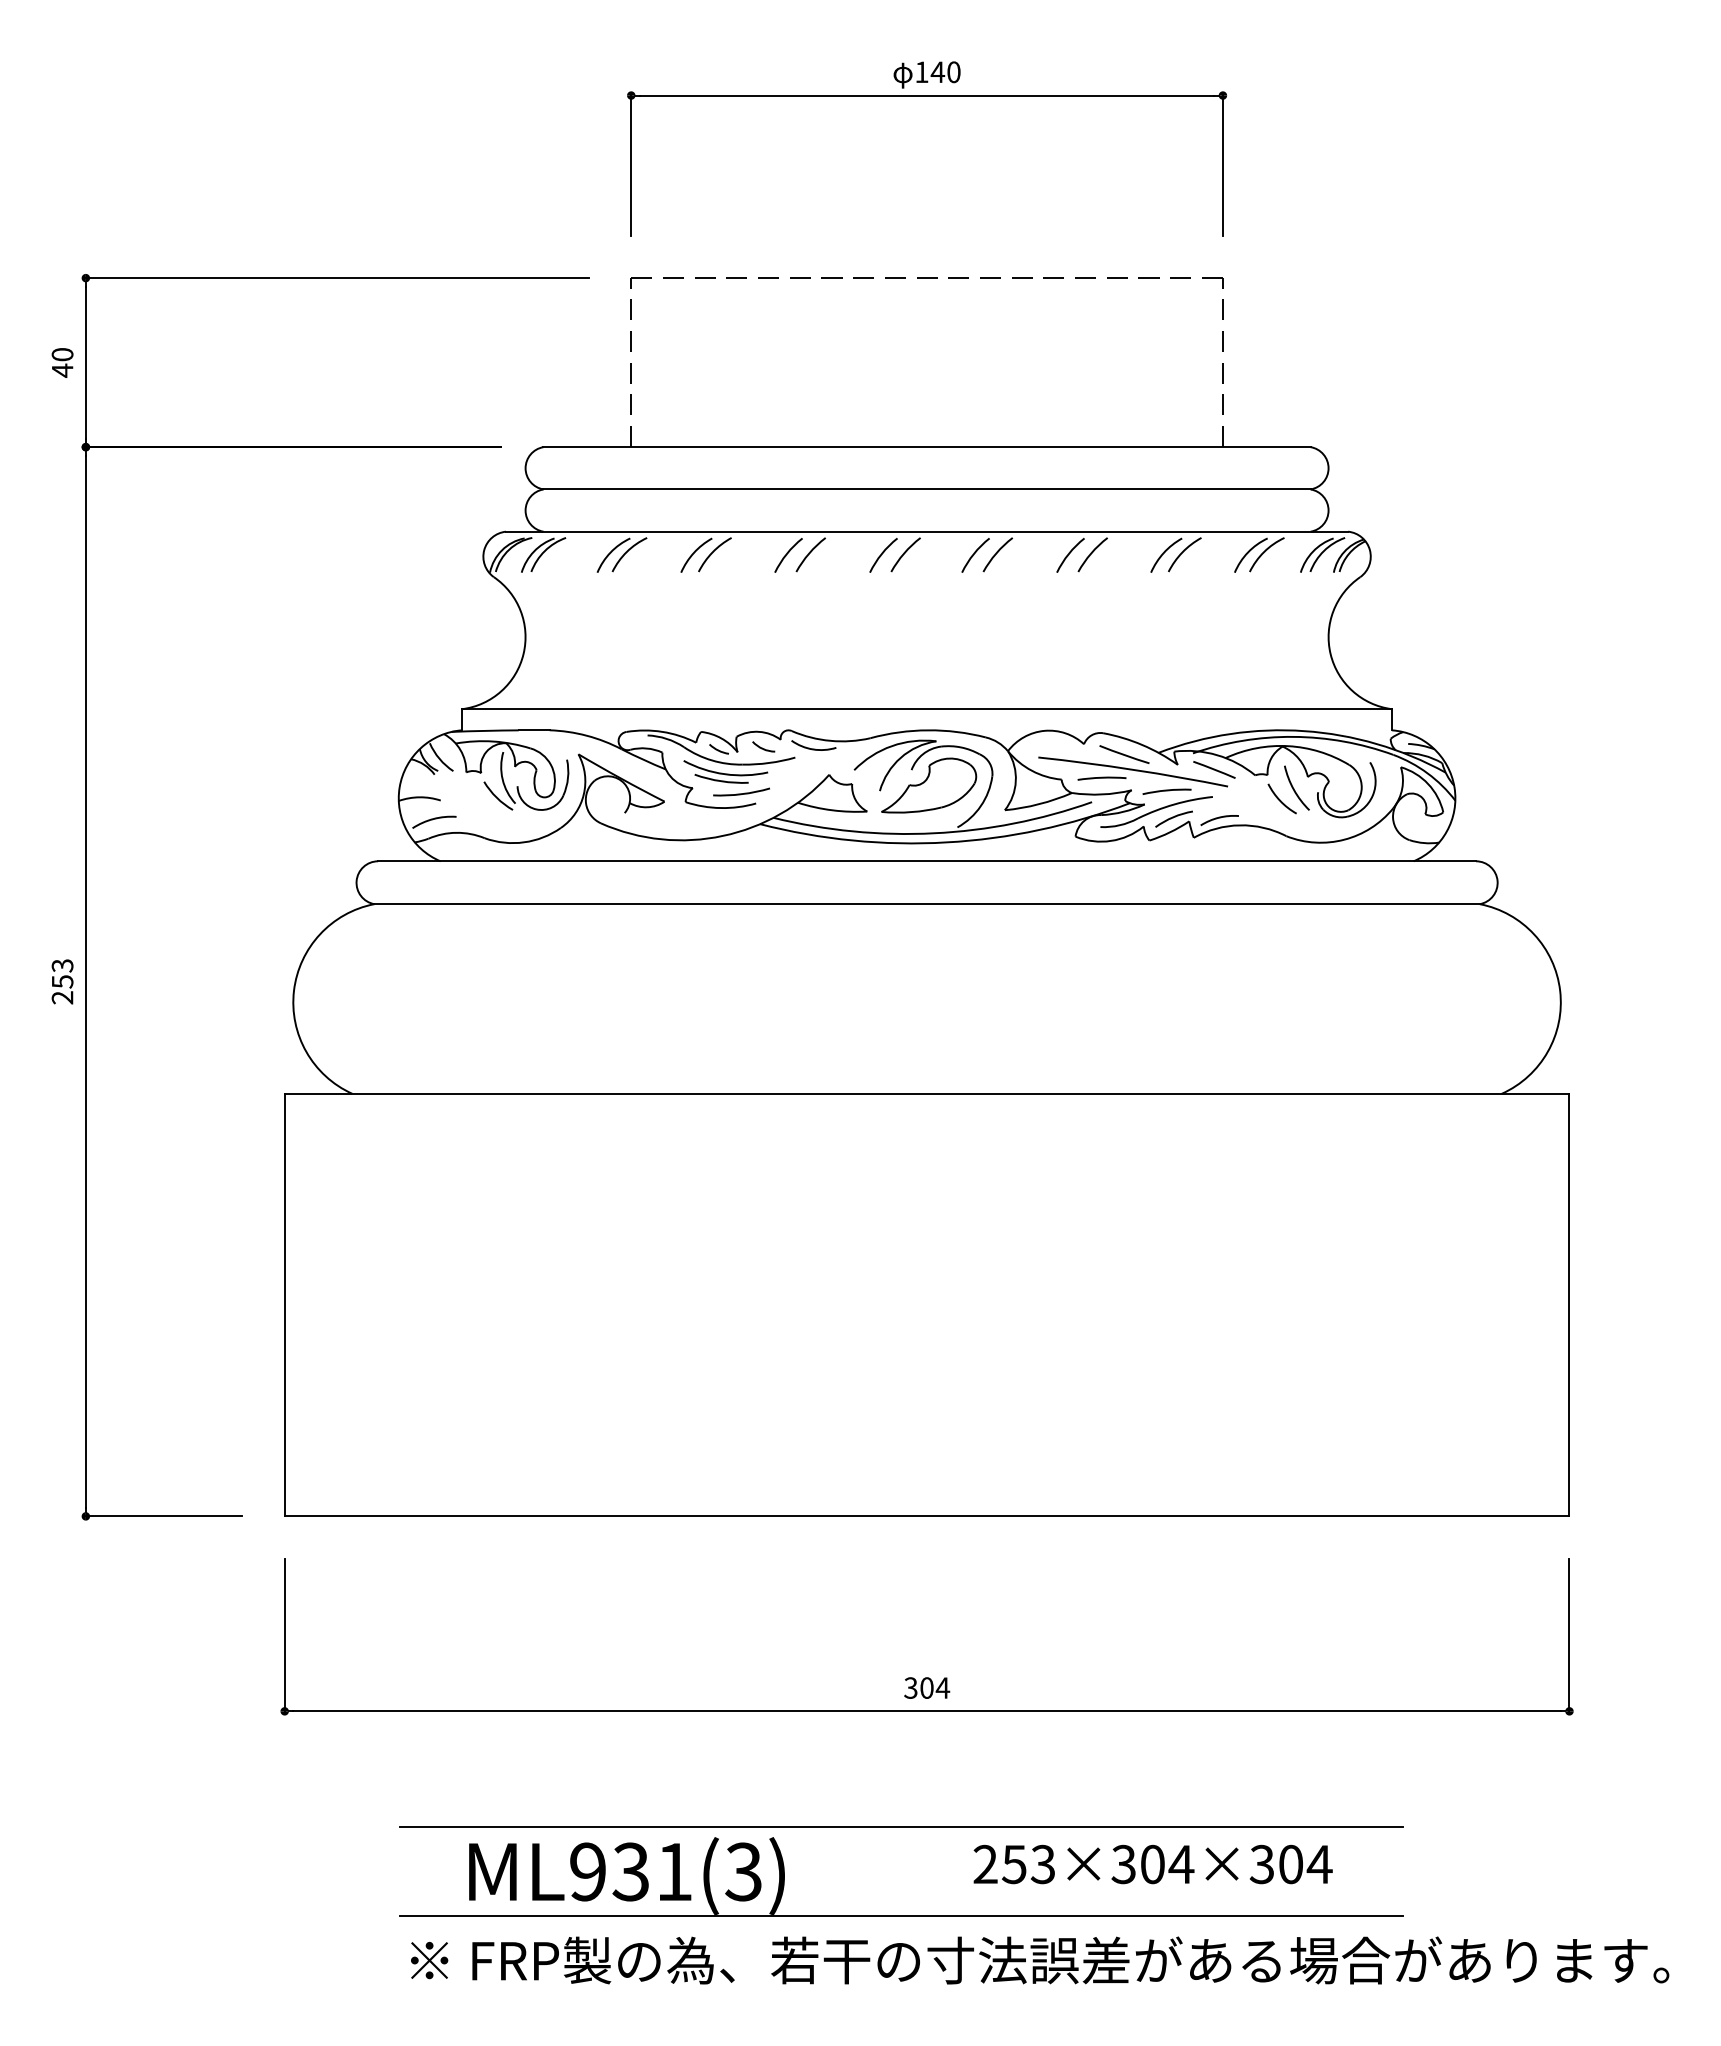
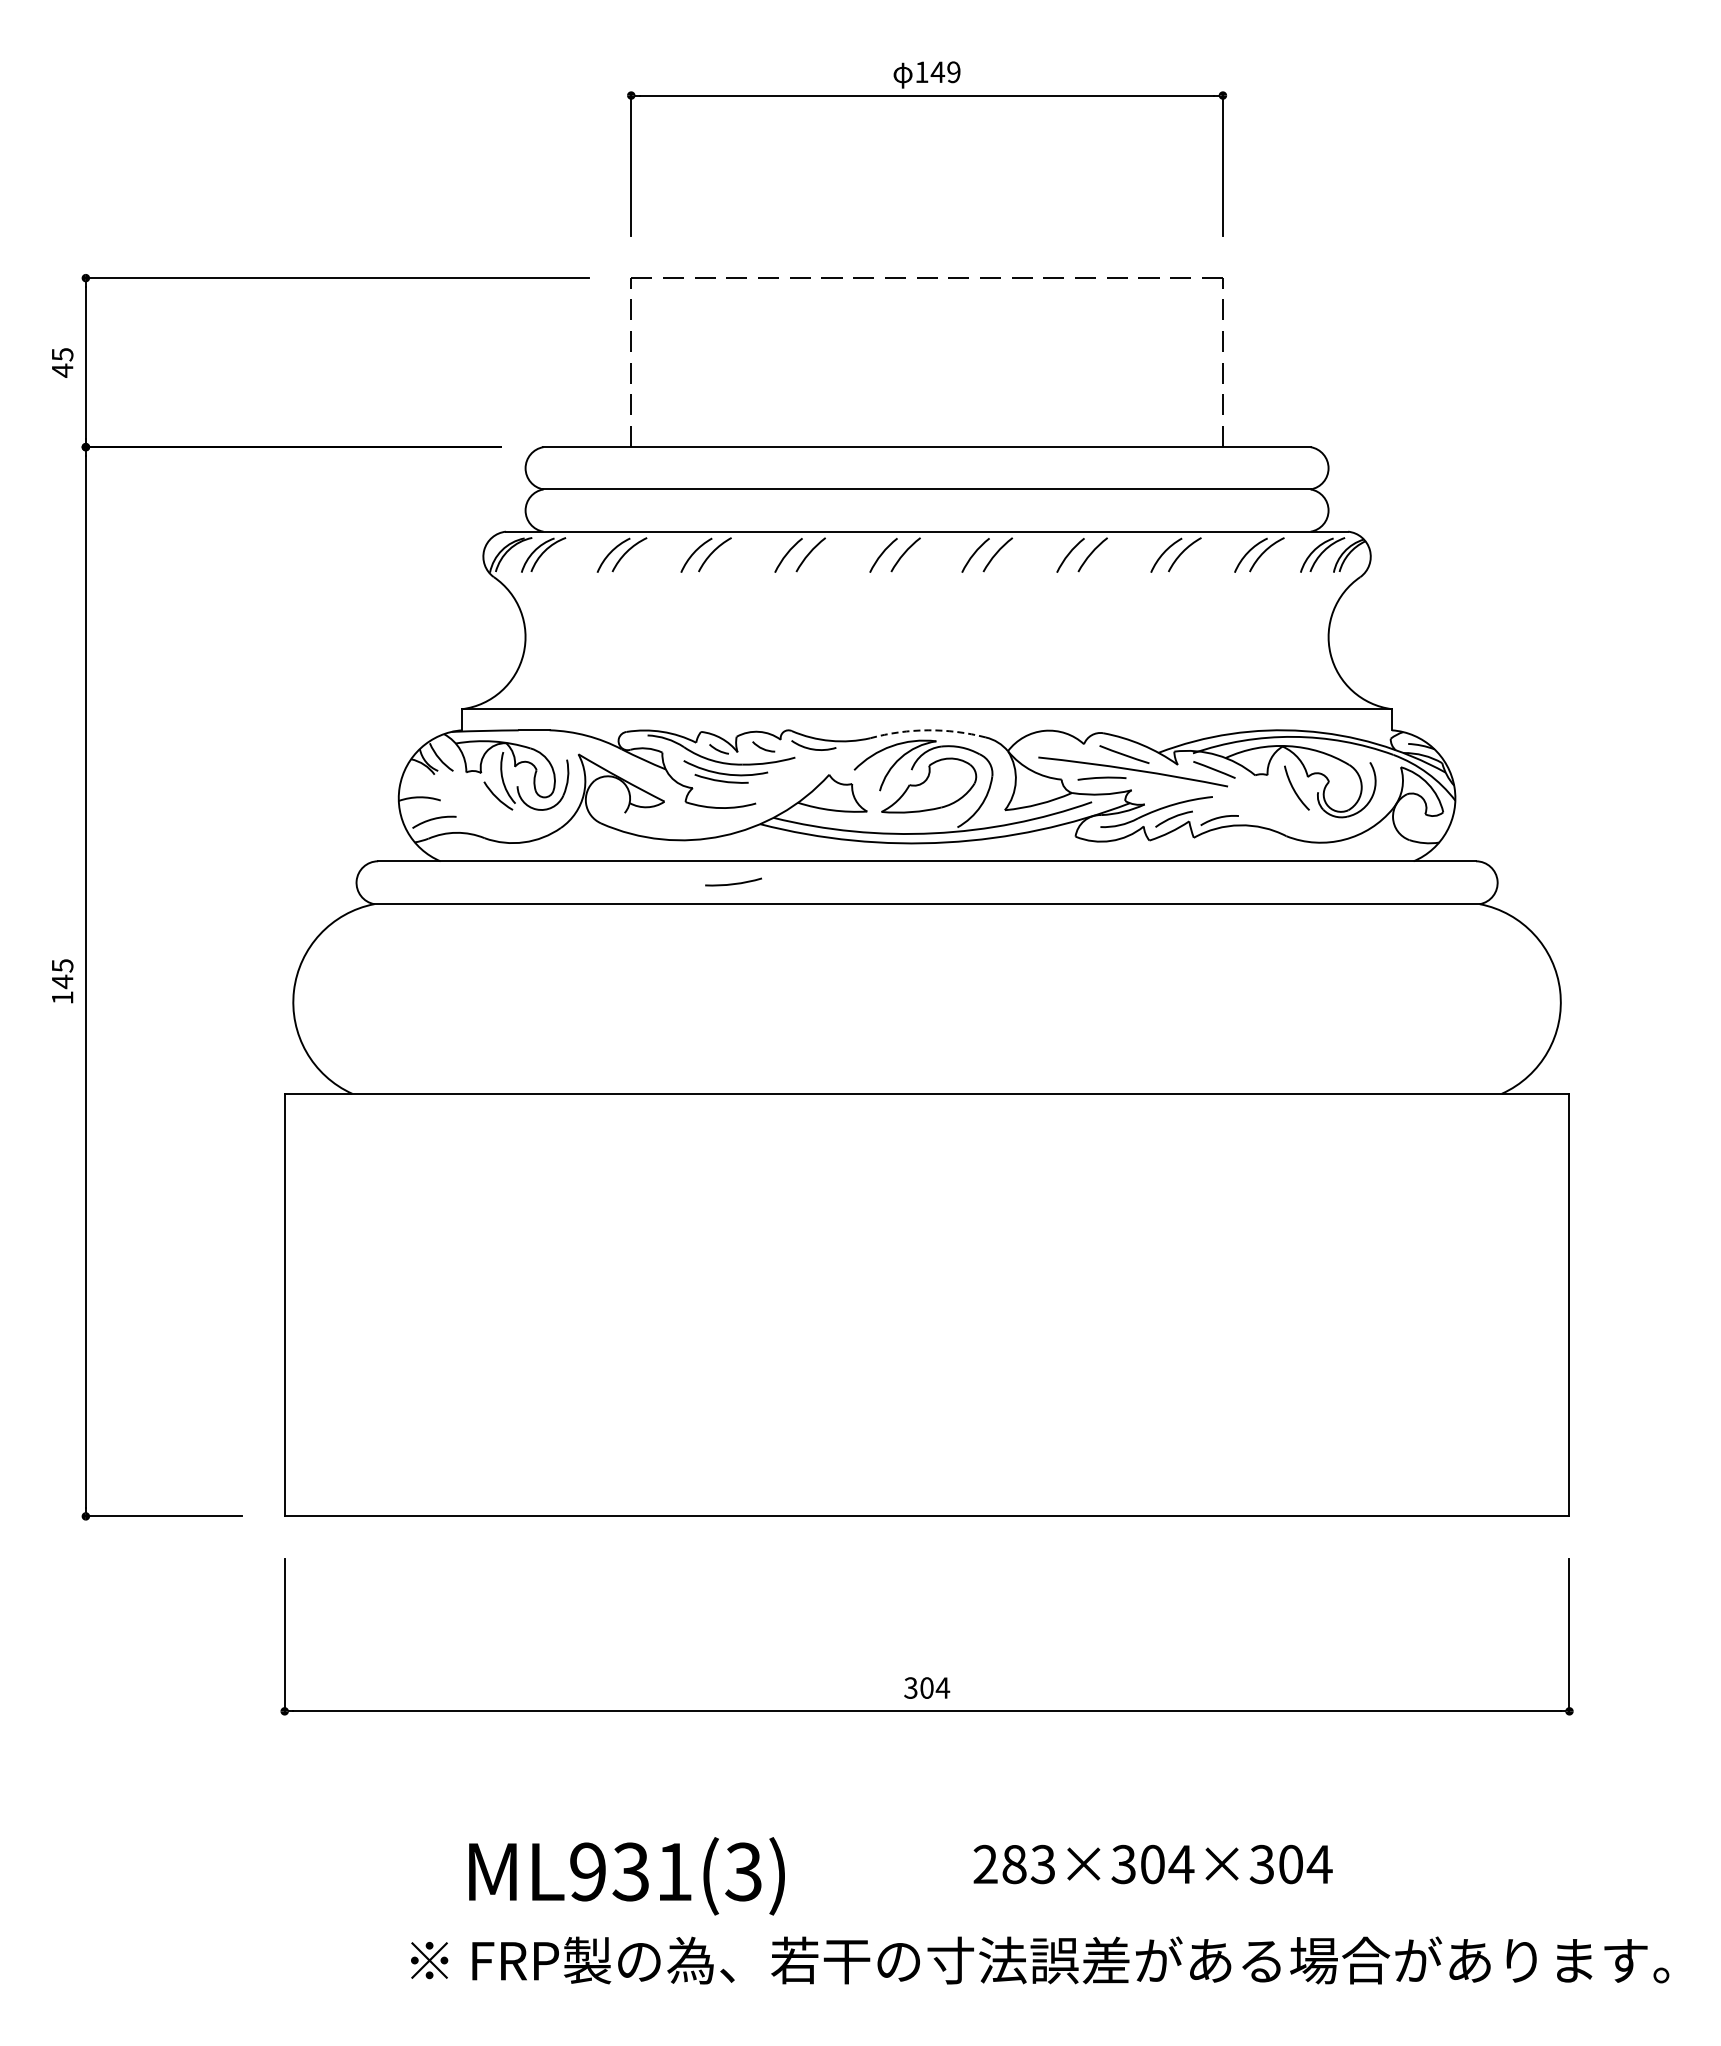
text at (953, 72): 140 -> 149
text at (62, 354): 40 -> 45
arc at (928, 730): solid -> dashed
arc at (1166, 791): present -> none
arc at (741, 793) position: (741, 793) -> (733, 883)
arc at (1280, 799): present -> none
text at (62, 981): 253 -> 145
line at (901, 1826): present -> none
text at (1013, 1864): 253×304×304 -> 283×304×304
line at (901, 1915): present -> none
